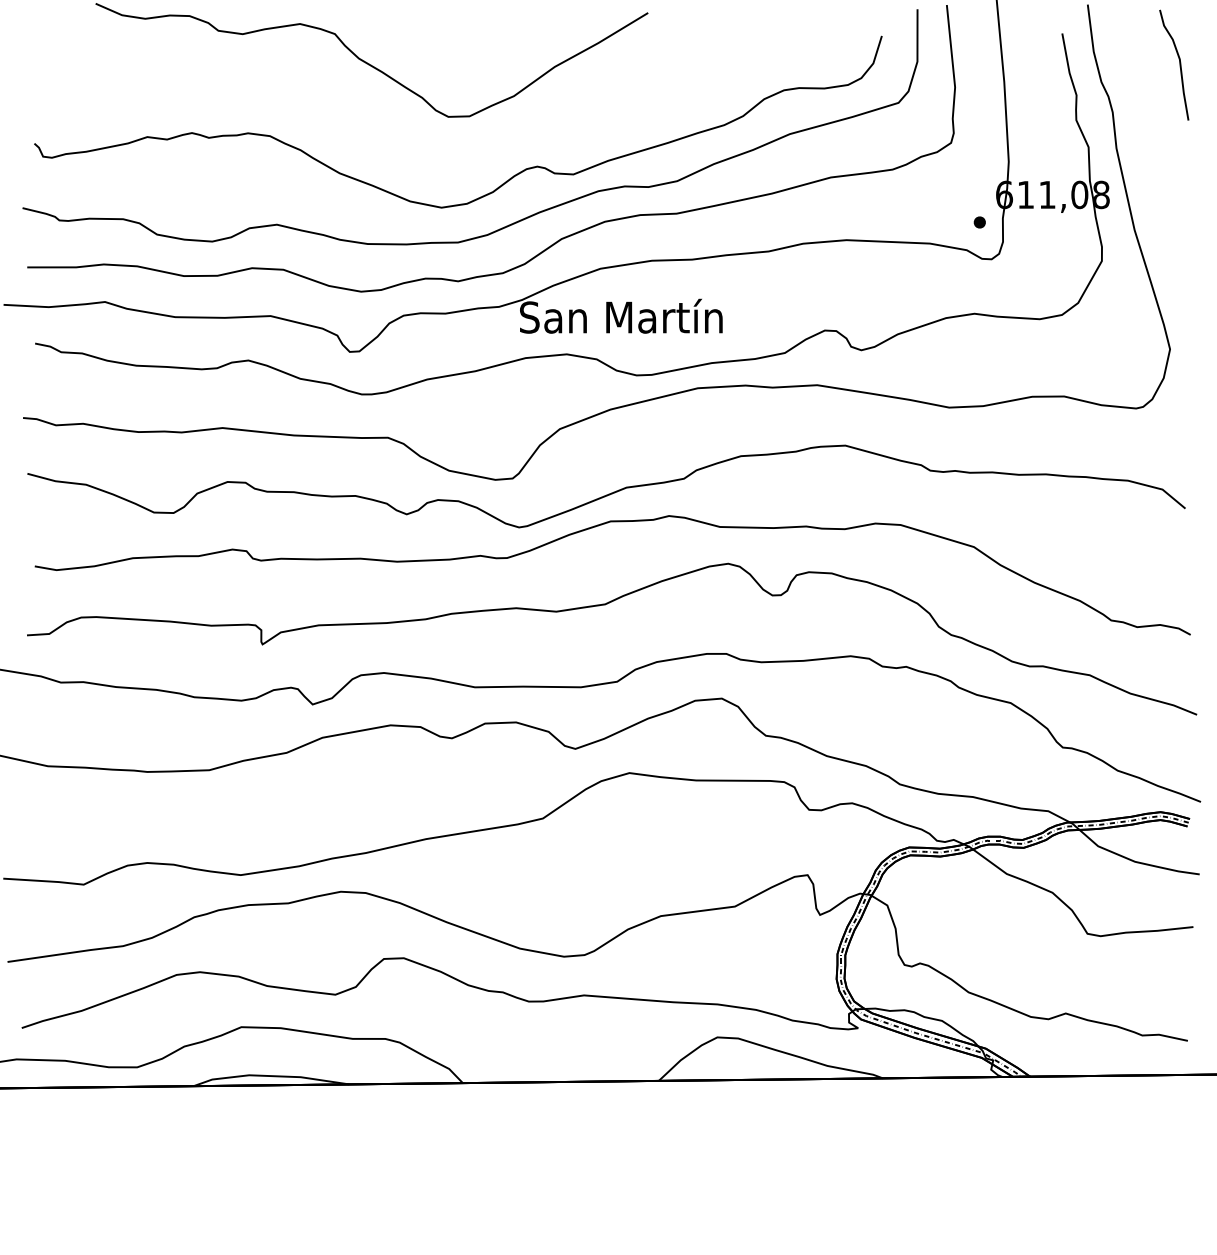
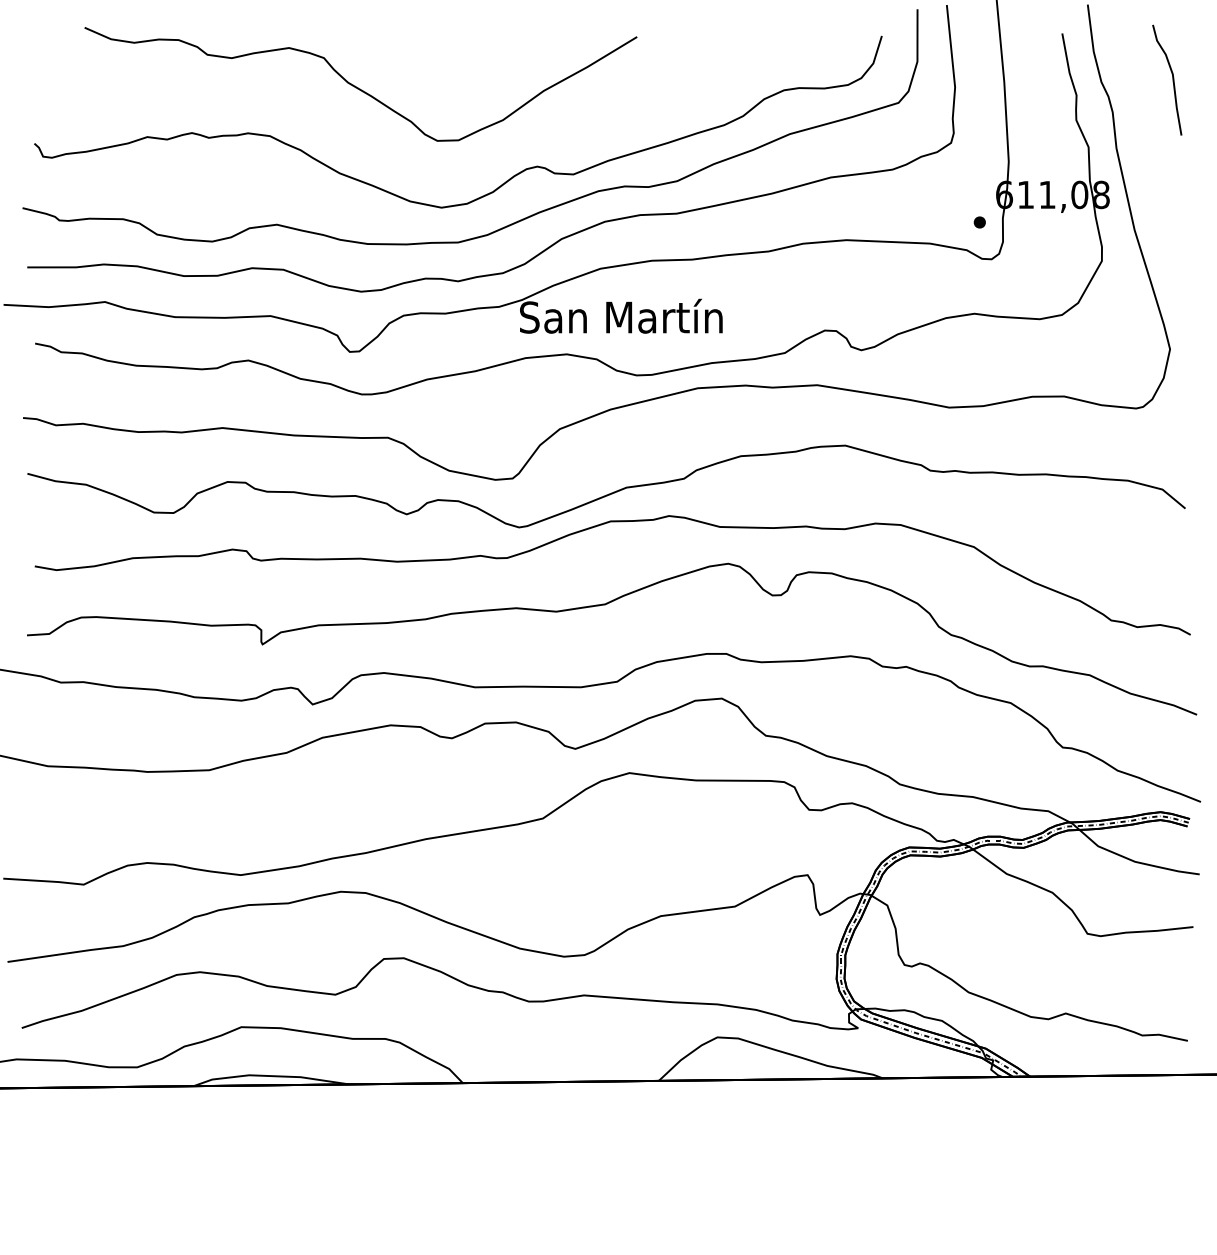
curve at (369, 63) position: (369, 63) -> (358, 87)
curve at (1179, 64) position: (1179, 64) -> (1172, 79)
